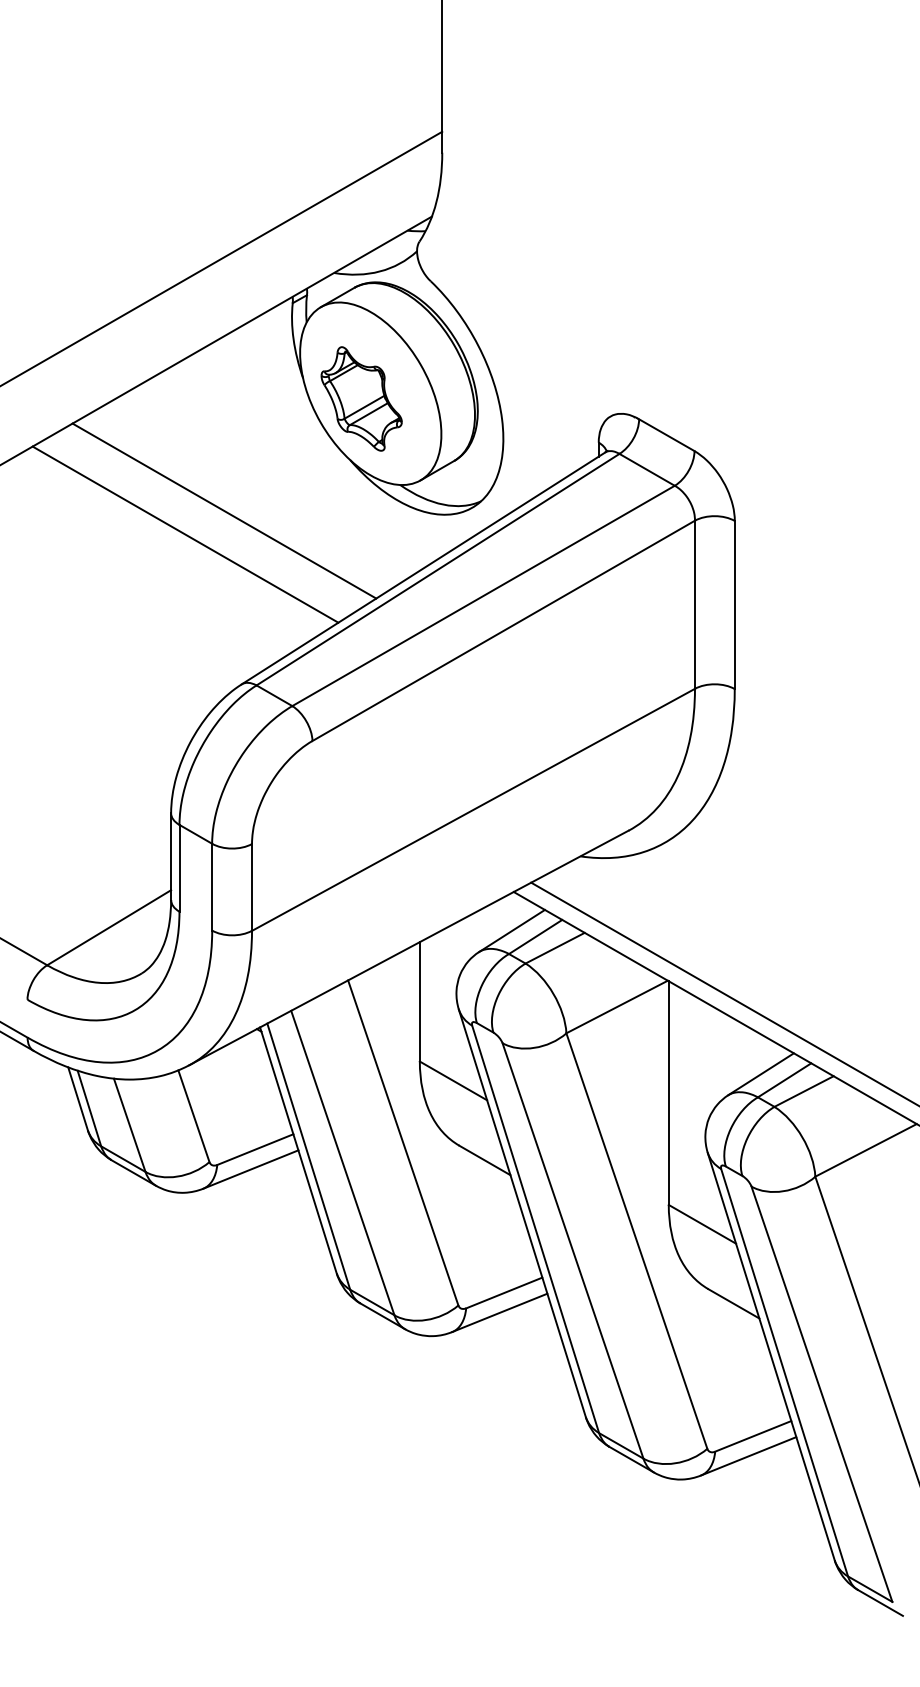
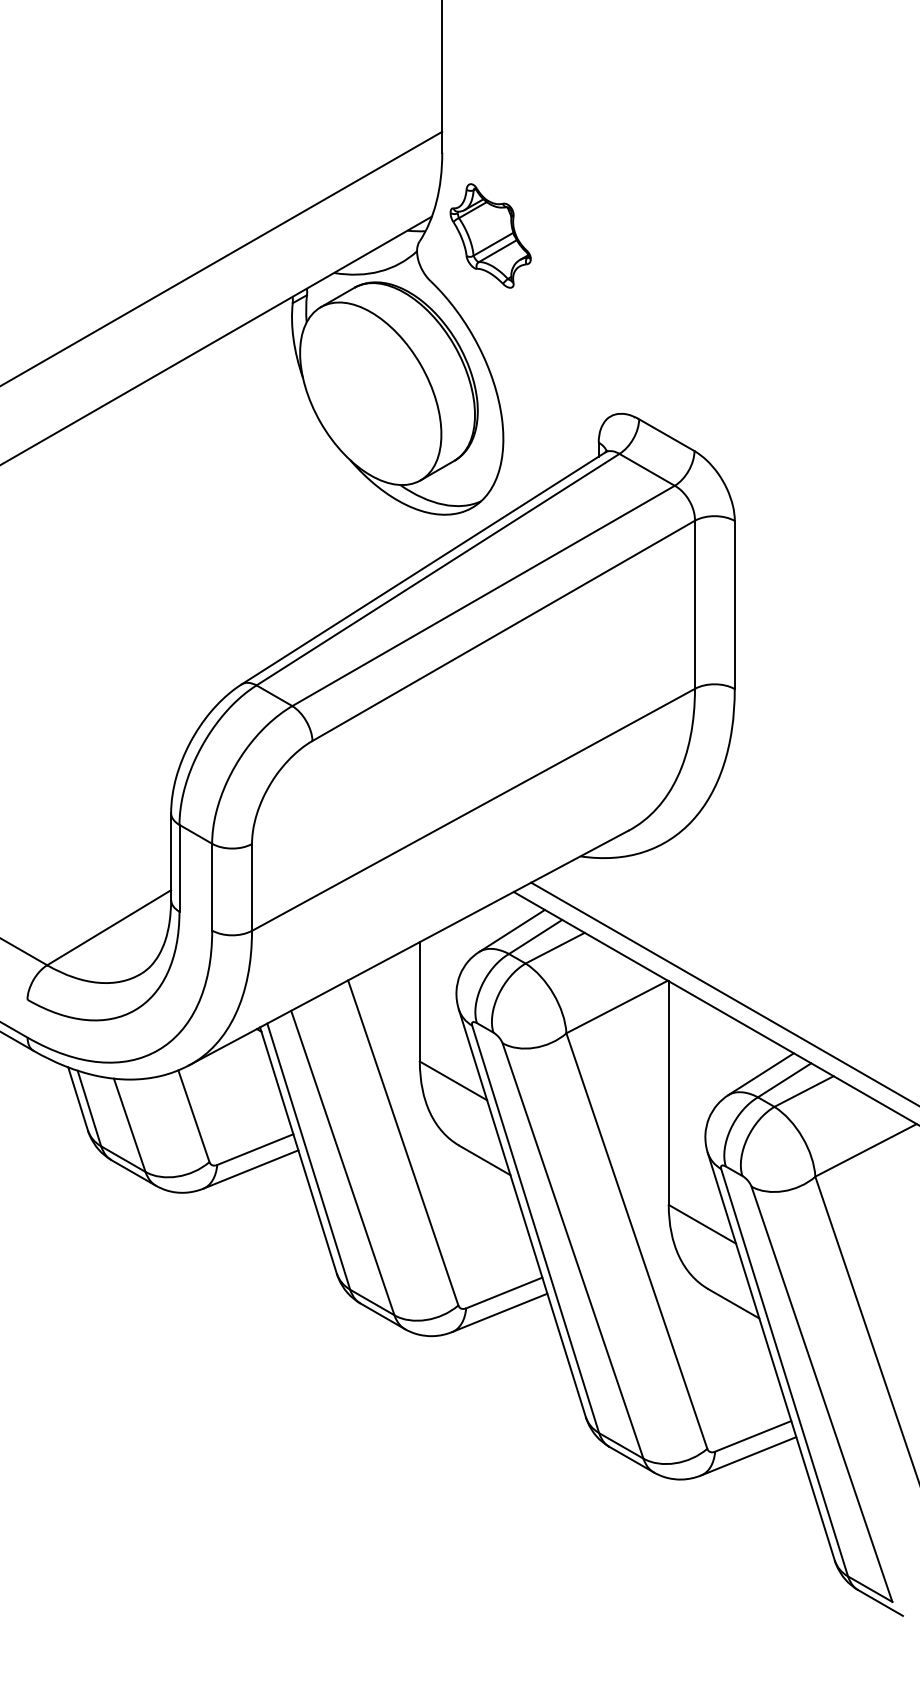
part at (361, 398) position: (361, 398) -> (490, 235)
line at (224, 510): present -> none
line at (185, 534): present -> none
